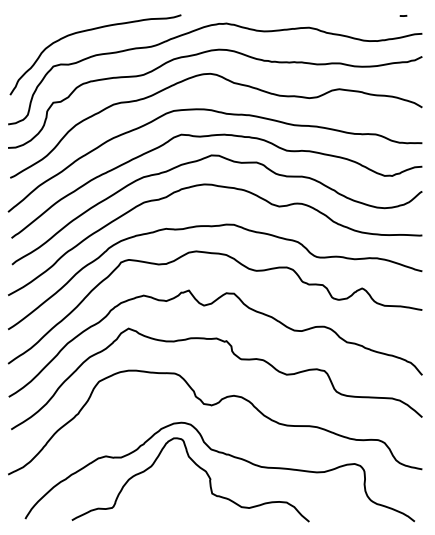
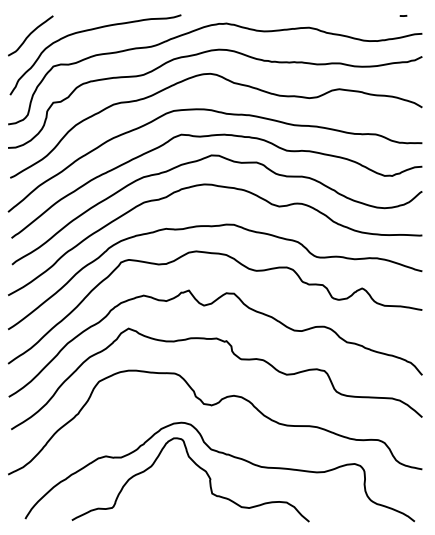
curve at (30, 35): none -> present
